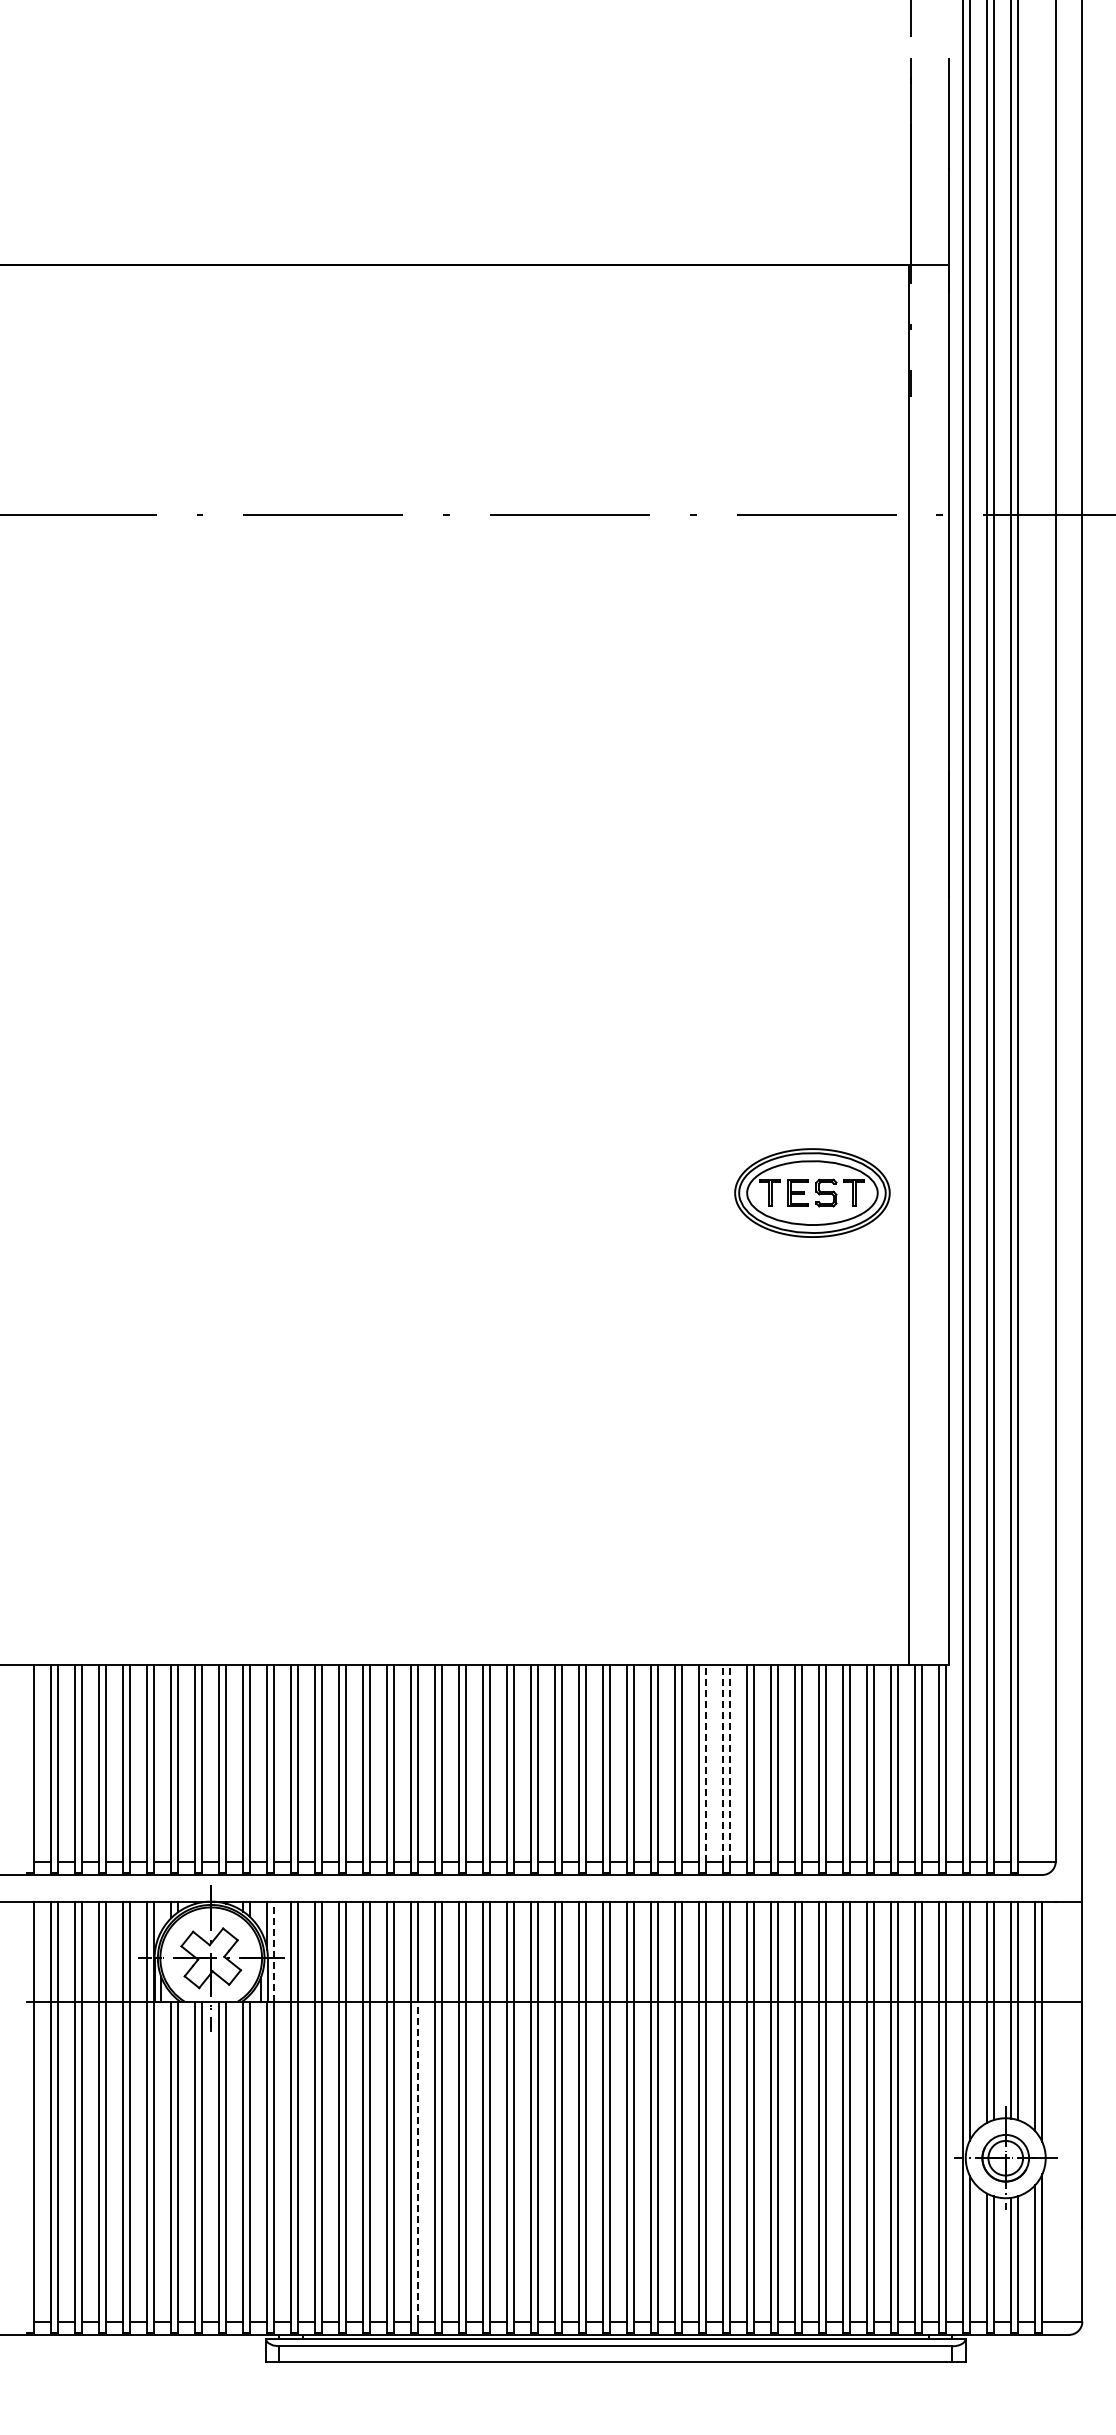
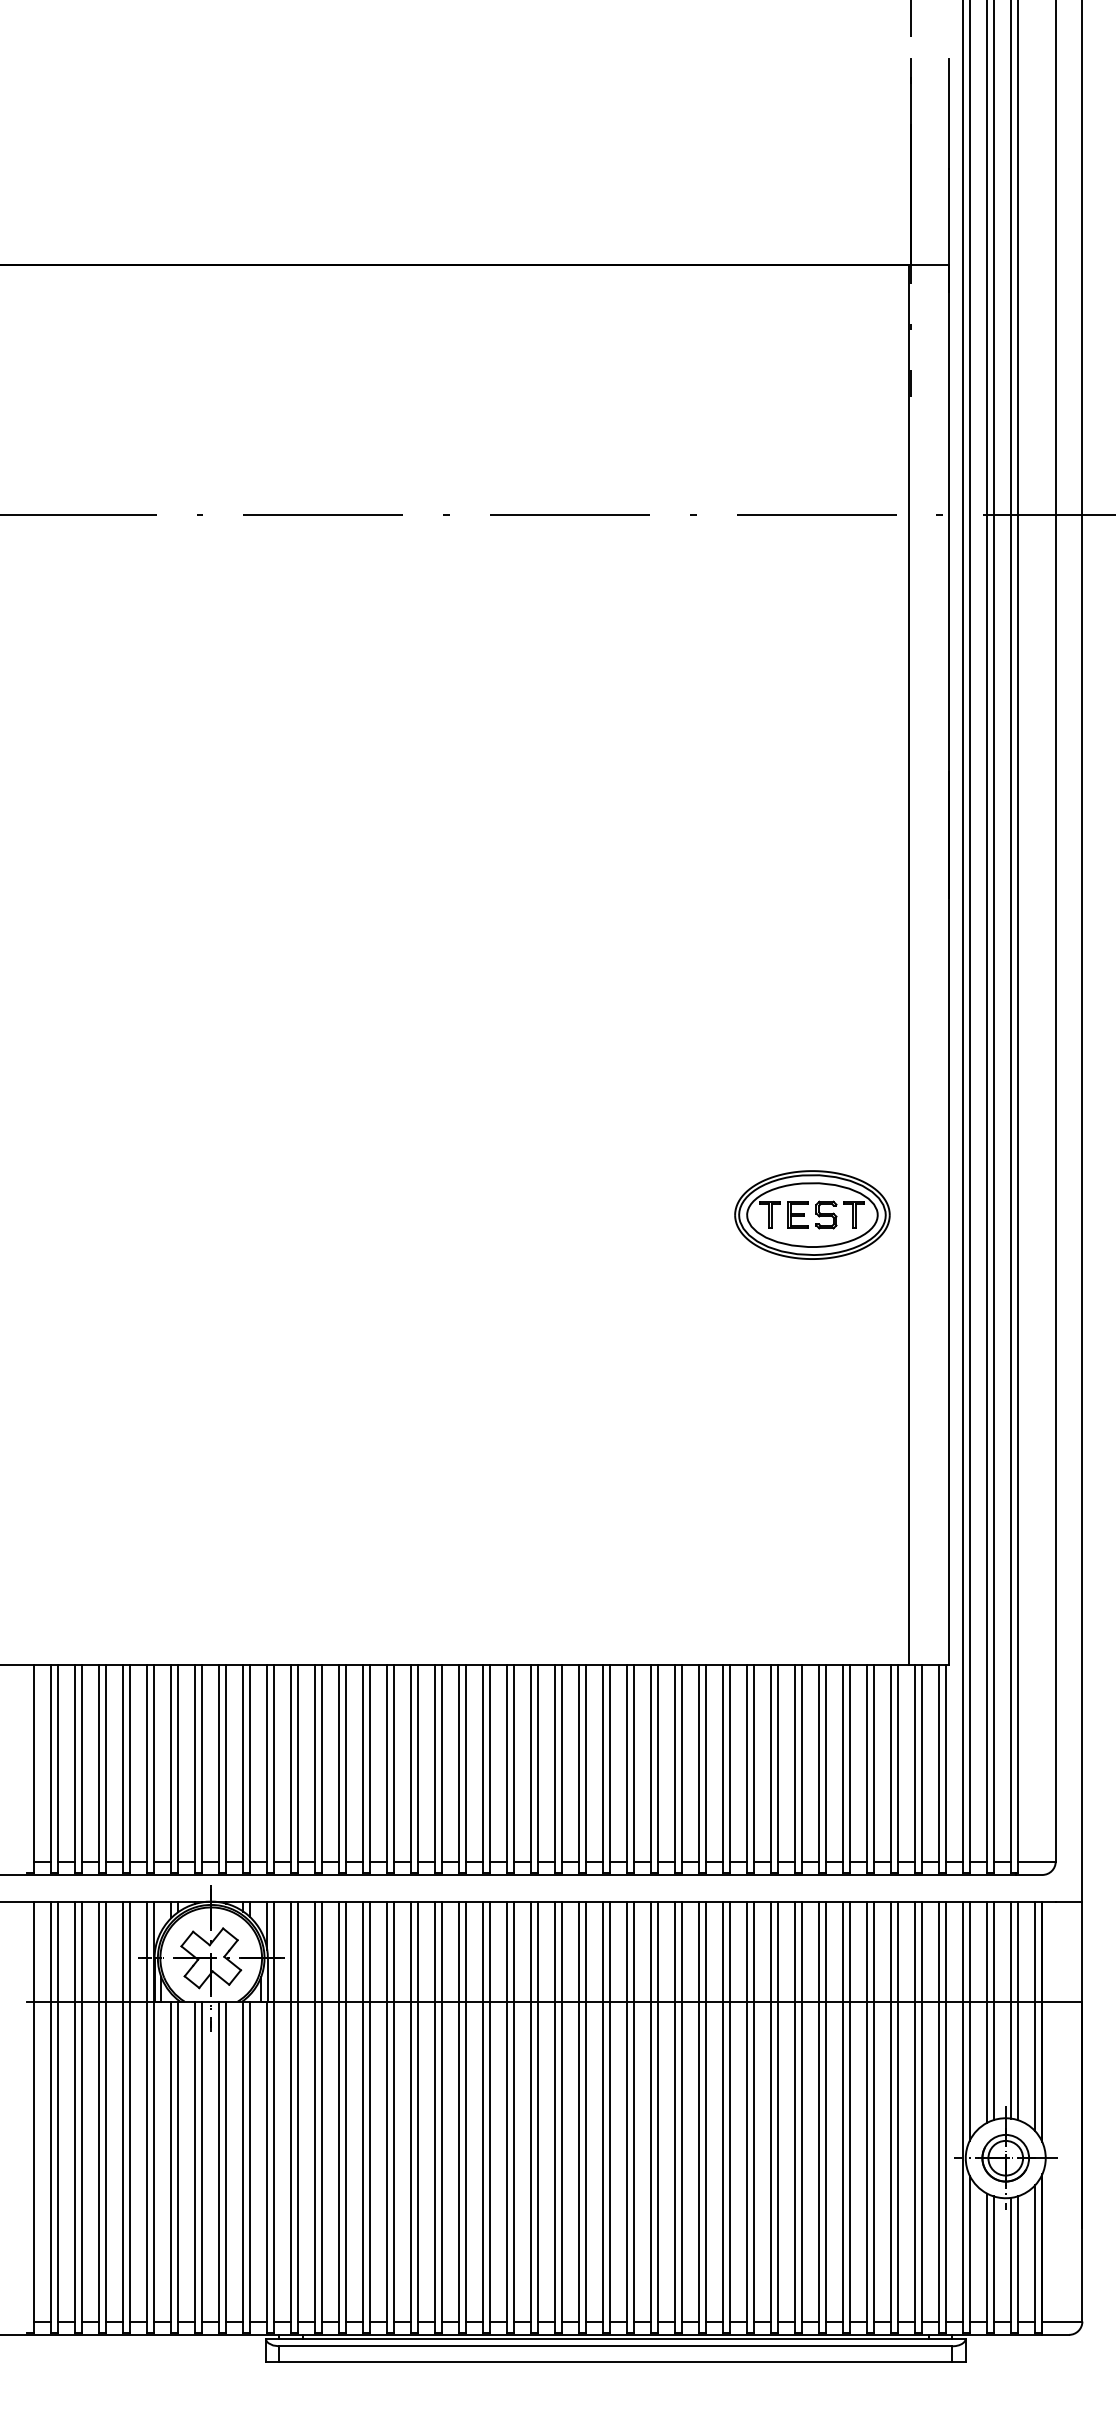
part at (812, 1192) position: (812, 1192) -> (812, 1214)
line at (705, 1762): dashed -> solid
line at (723, 1762): dashed -> solid
line at (729, 1762): dashed -> solid
line at (273, 1951): dashed -> solid
line at (417, 2161): dashed -> solid
